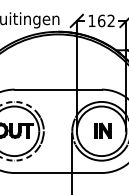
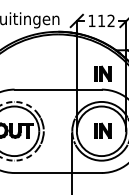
text at (101, 20): 162 -> 112
part at (102, 73): none -> present
